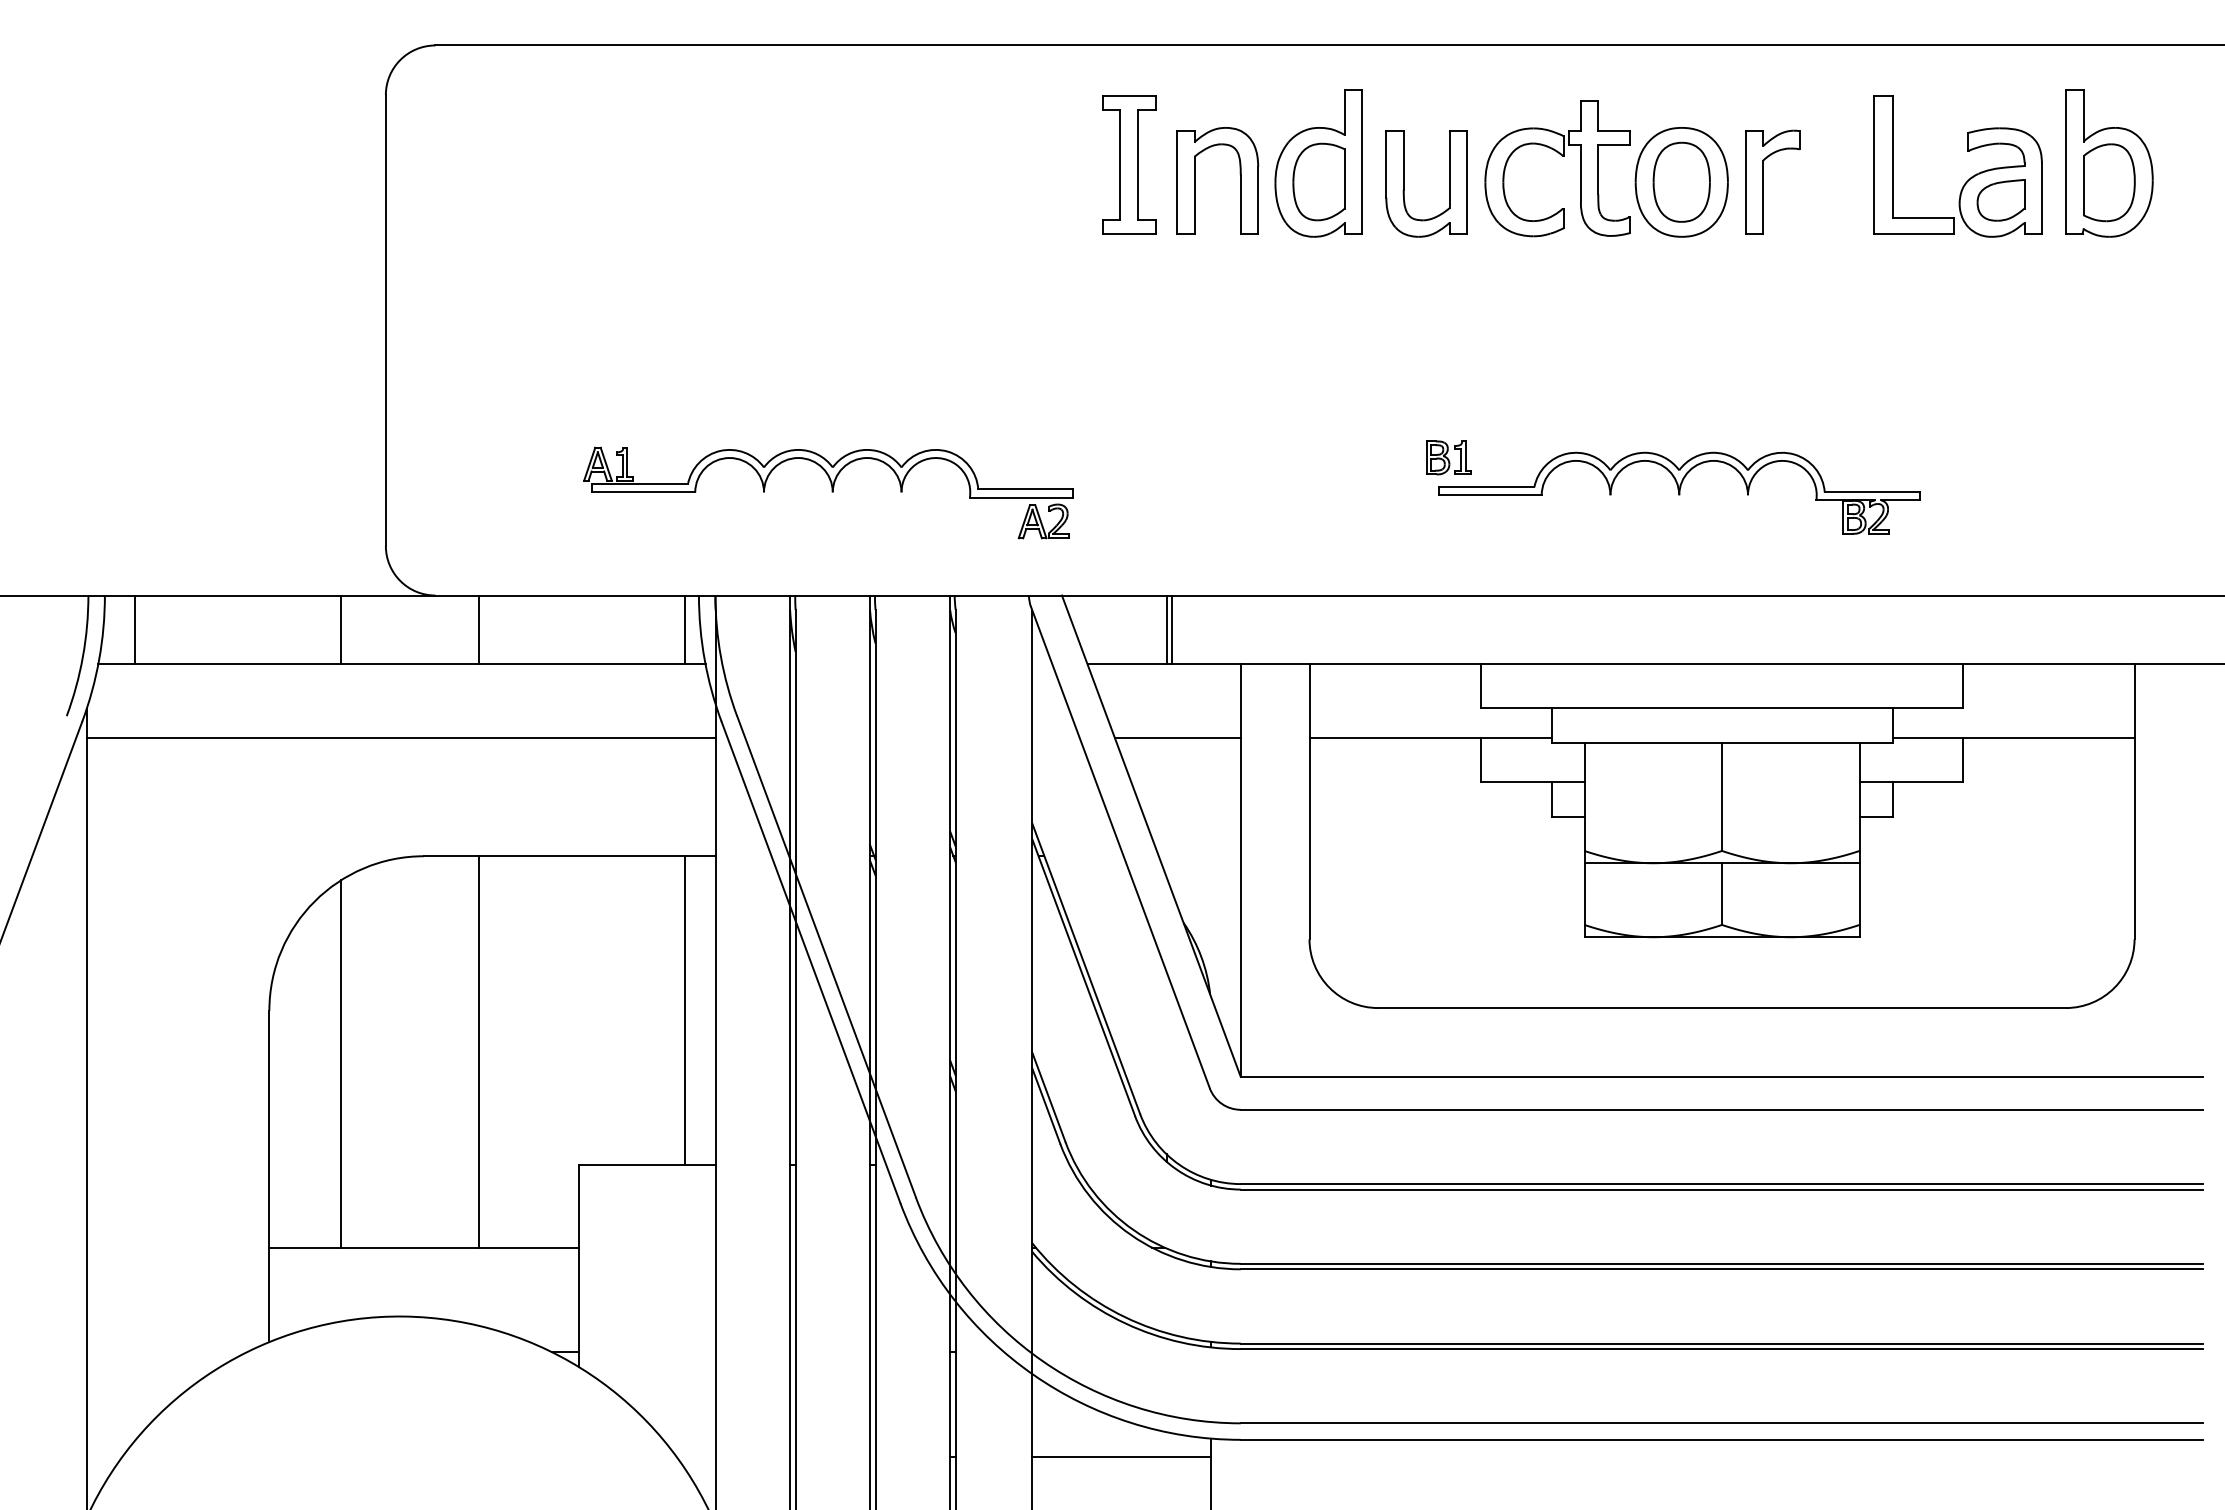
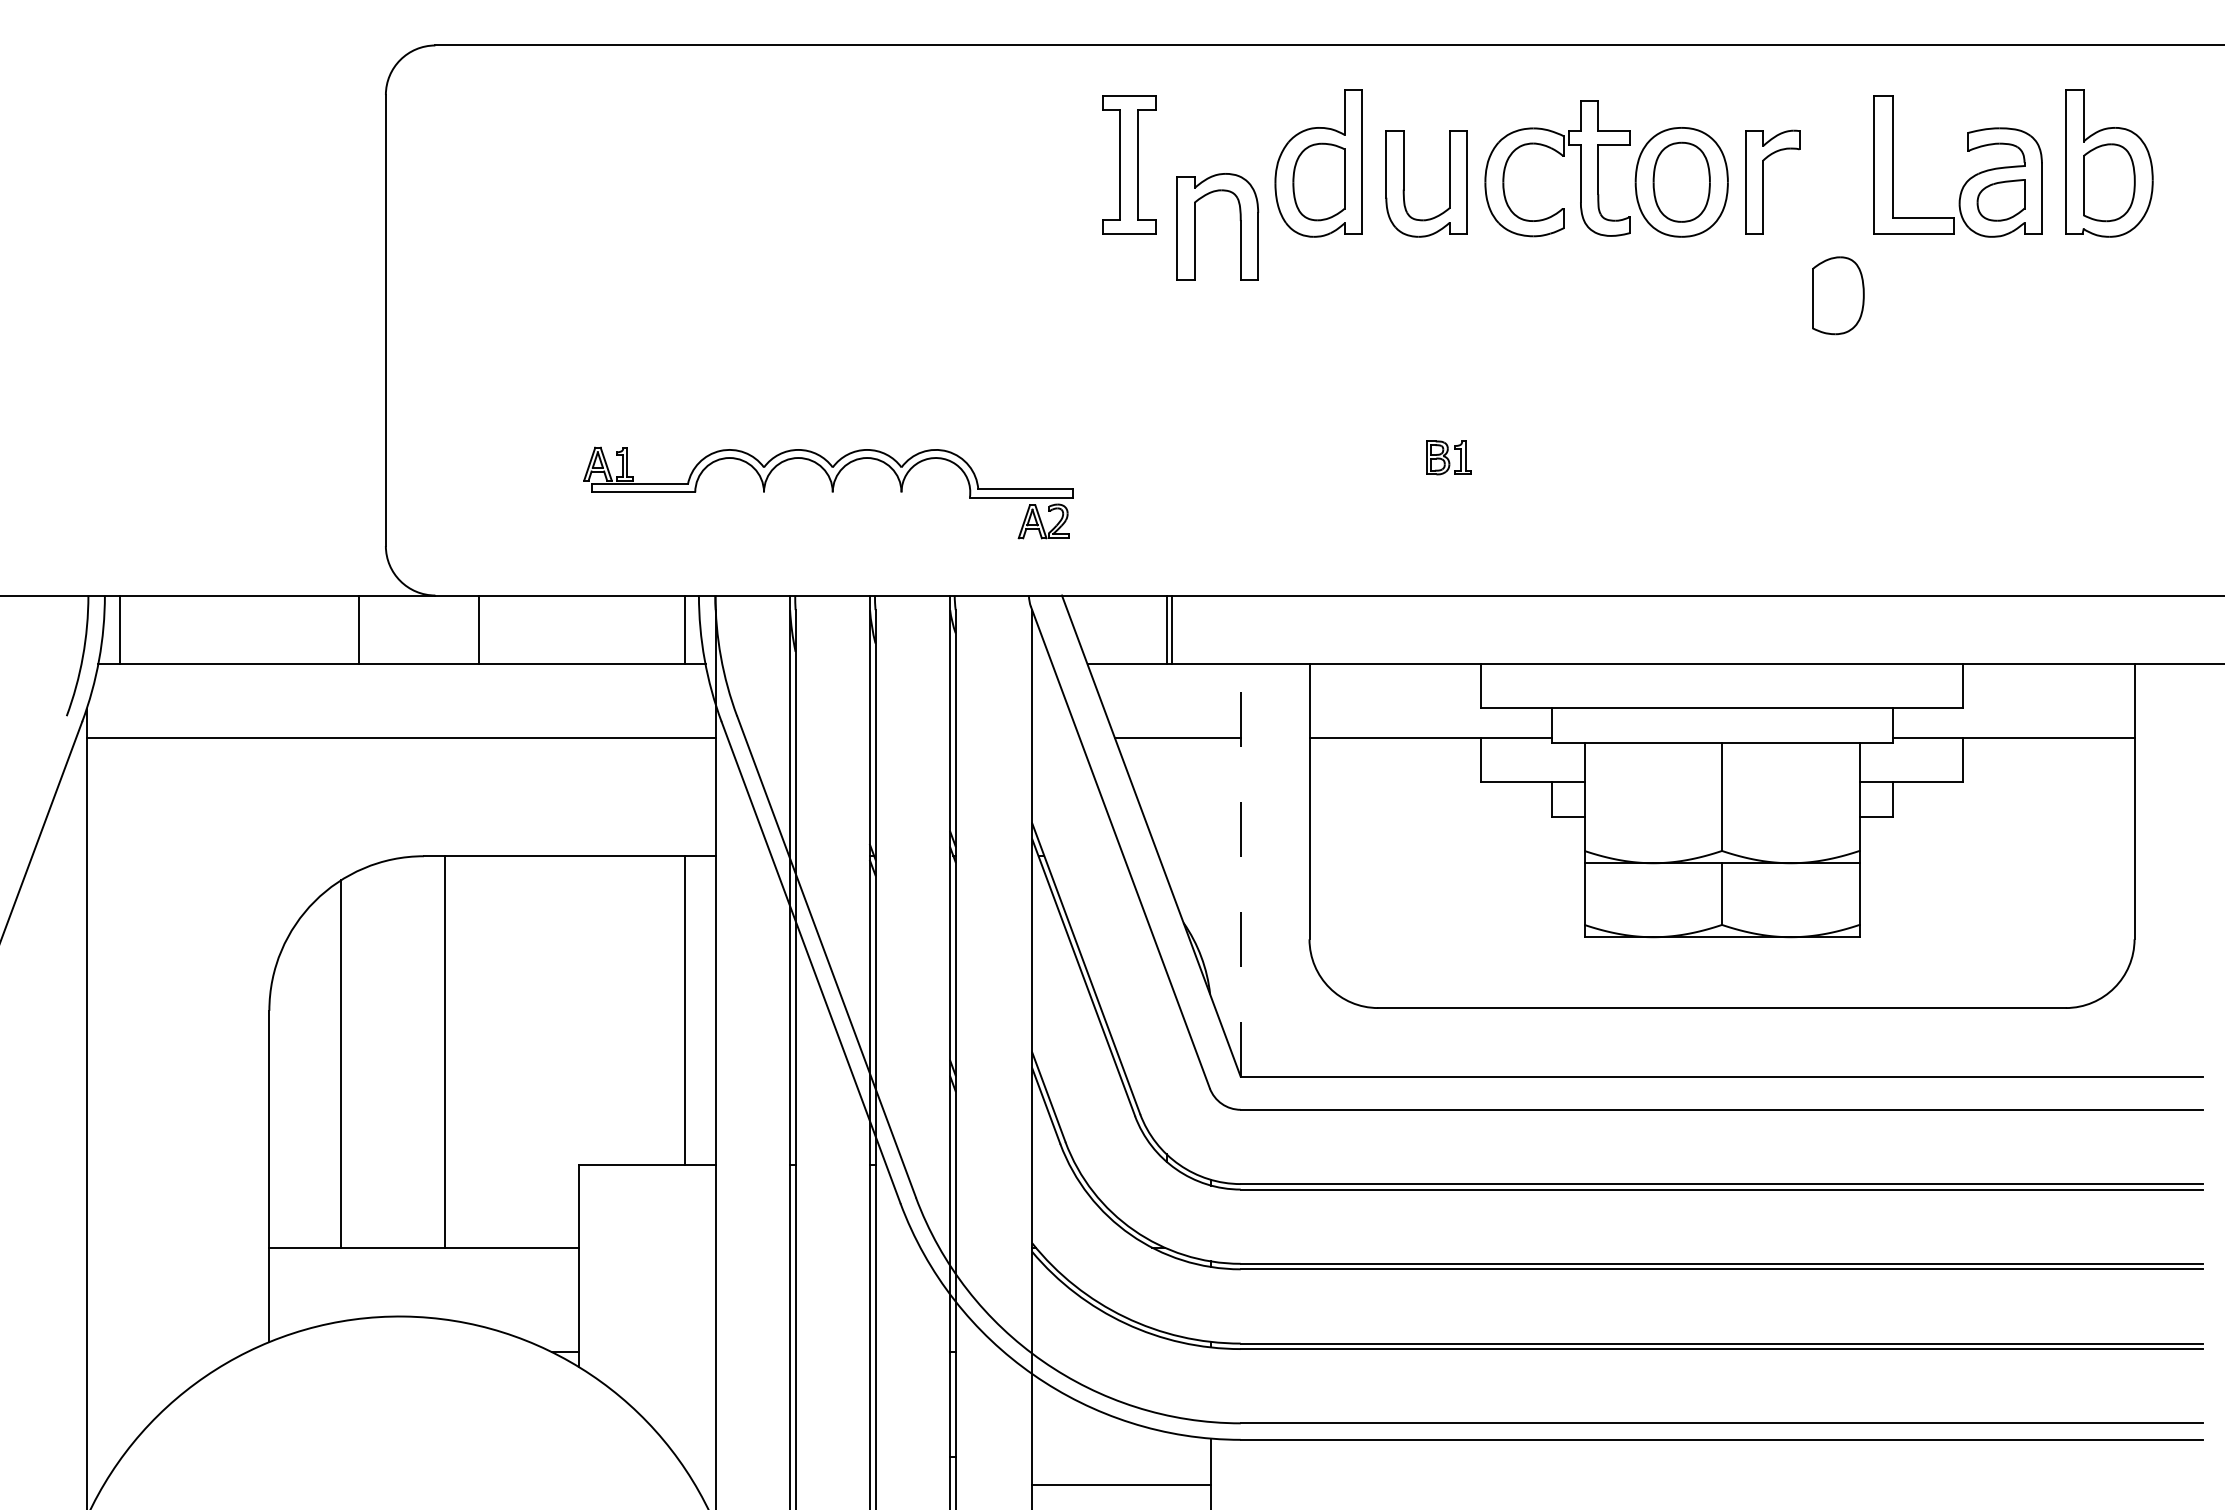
part at (1195, 180) position: (1195, 180) -> (1195, 226)
part at (1838, 295): none -> present
part at (1679, 492): present -> none
line at (135, 629) position: (135, 629) -> (120, 629)
line at (341, 629) position: (341, 629) -> (359, 629)
line at (1240, 870): solid -> dashed
line at (478, 1051) position: (478, 1051) -> (444, 1051)
line at (1121, 1456) position: (1121, 1456) -> (1121, 1484)
